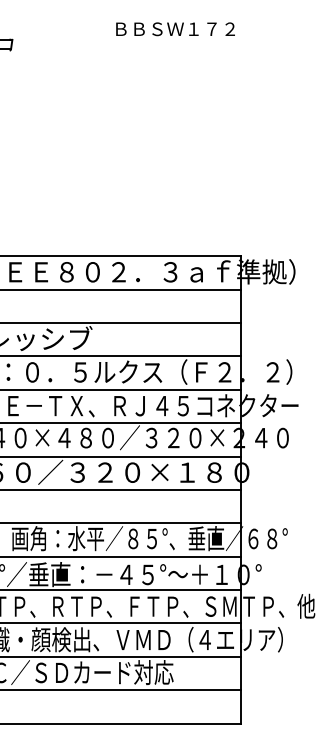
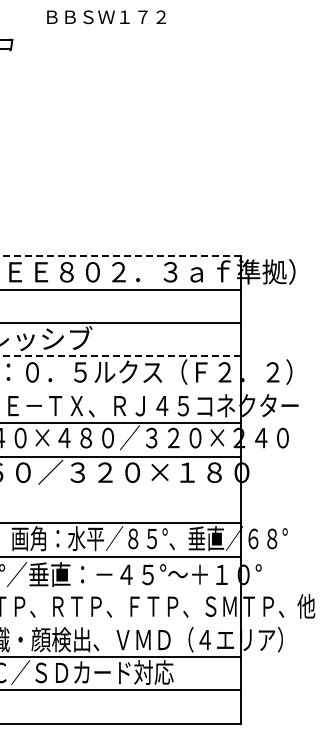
text at (175, 29) position: (175, 29) -> (106, 17)
line at (120, 256): solid -> dashed
line at (120, 356): solid -> dashed
line at (121, 389): present -> none
line at (121, 489): present -> none
line at (121, 590): present -> none
line at (121, 623): present -> none
